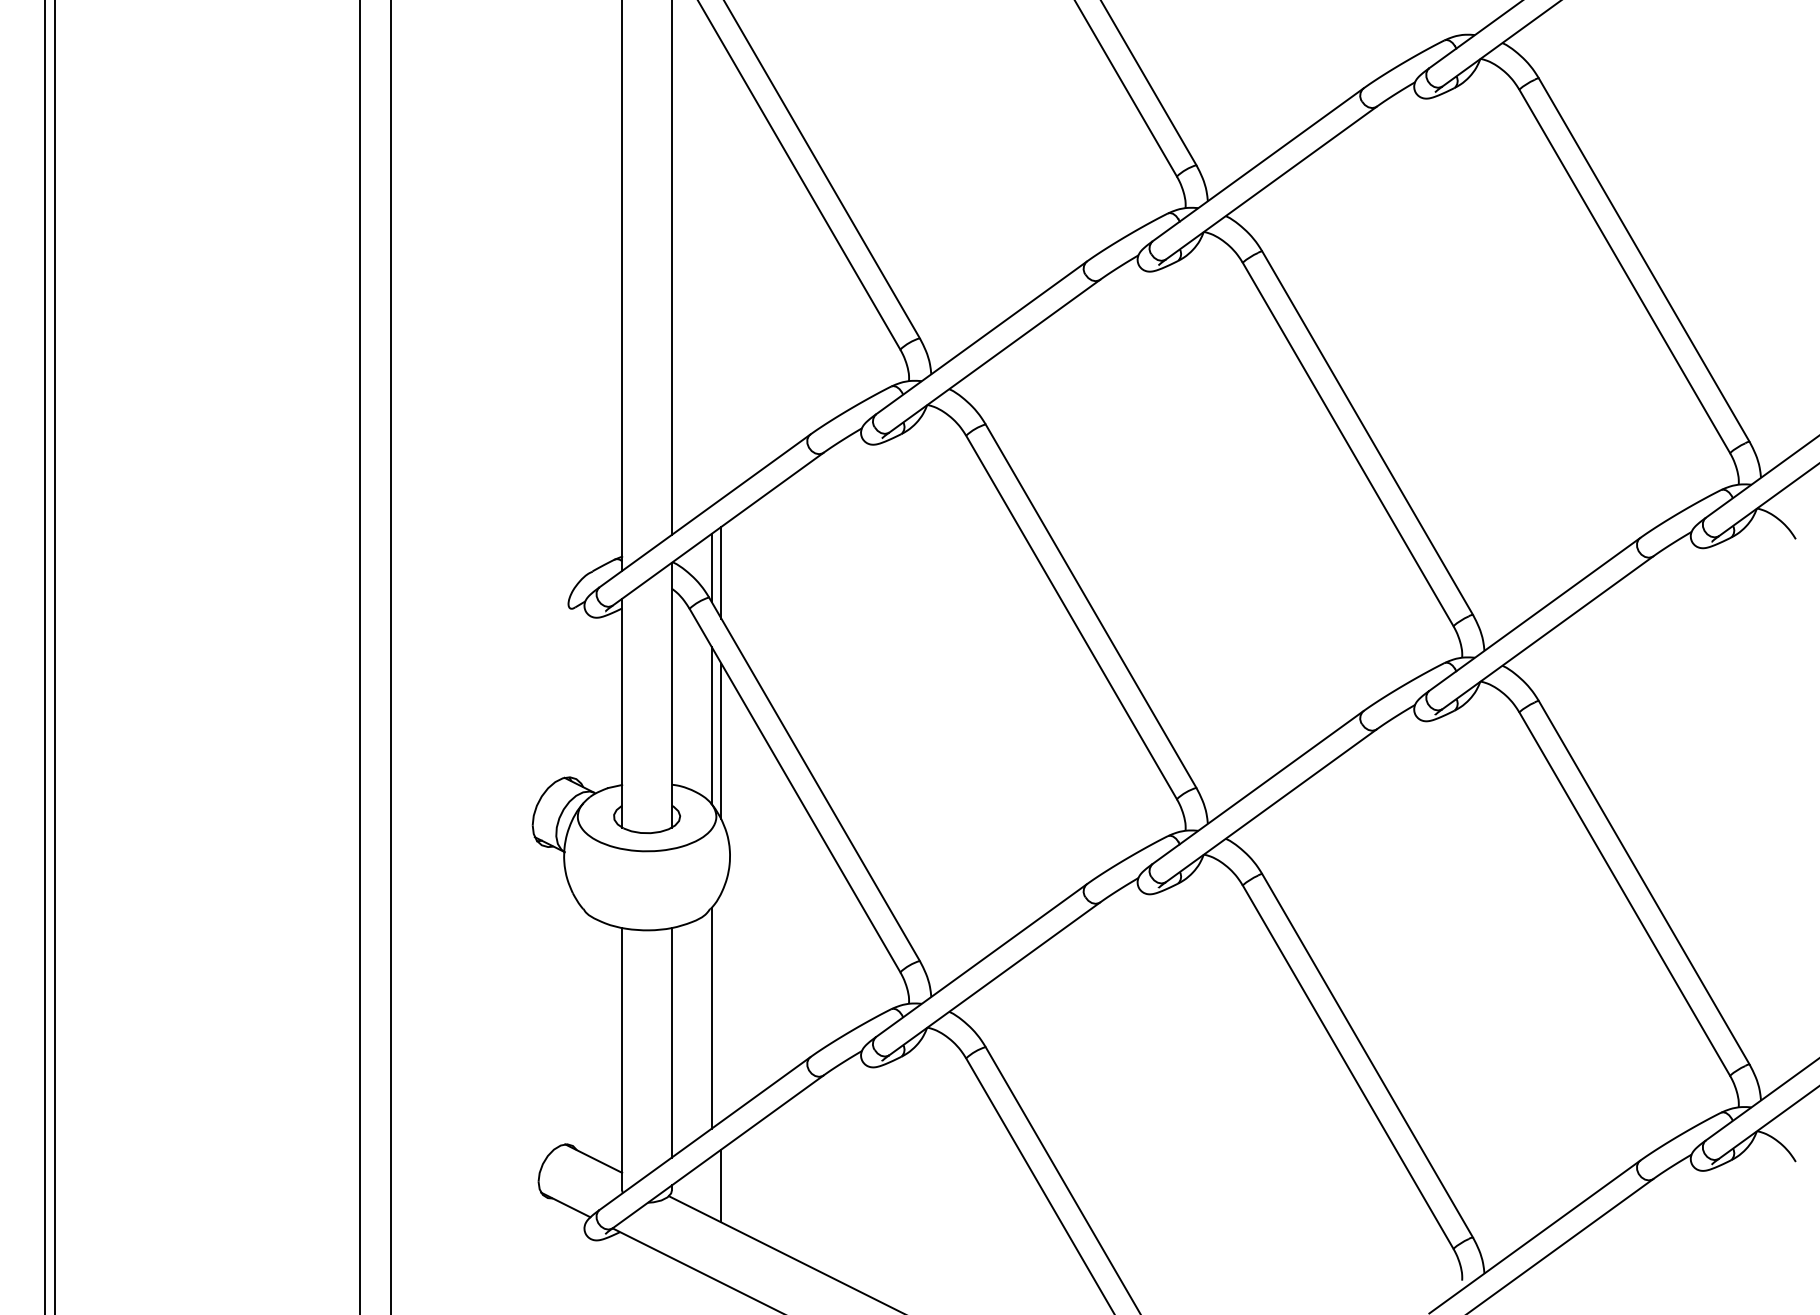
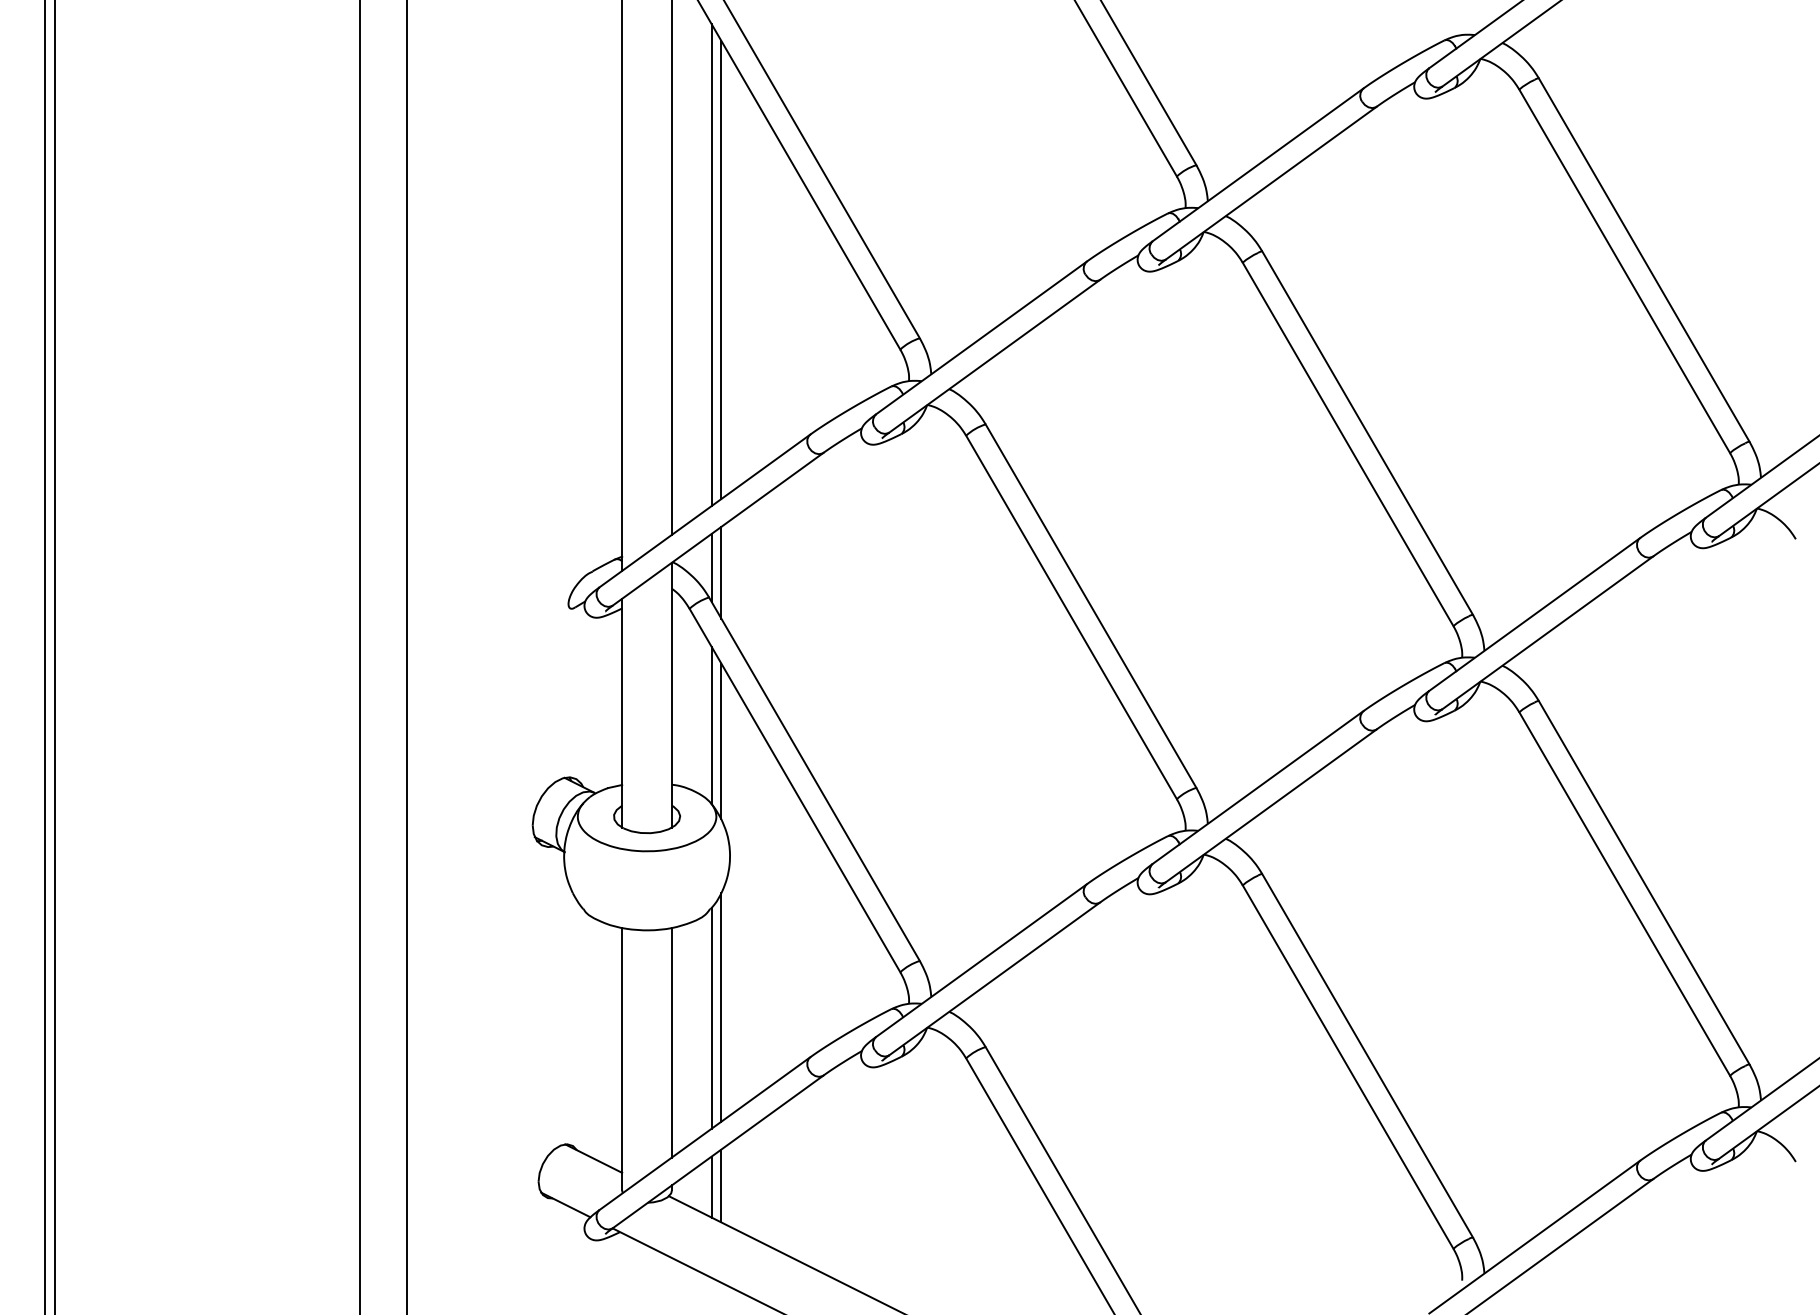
line at (711, 265): none -> present
line at (721, 269): none -> present
line at (390, 656) position: (390, 656) -> (406, 656)
line at (721, 1006): none -> present
line at (711, 1186): none -> present
